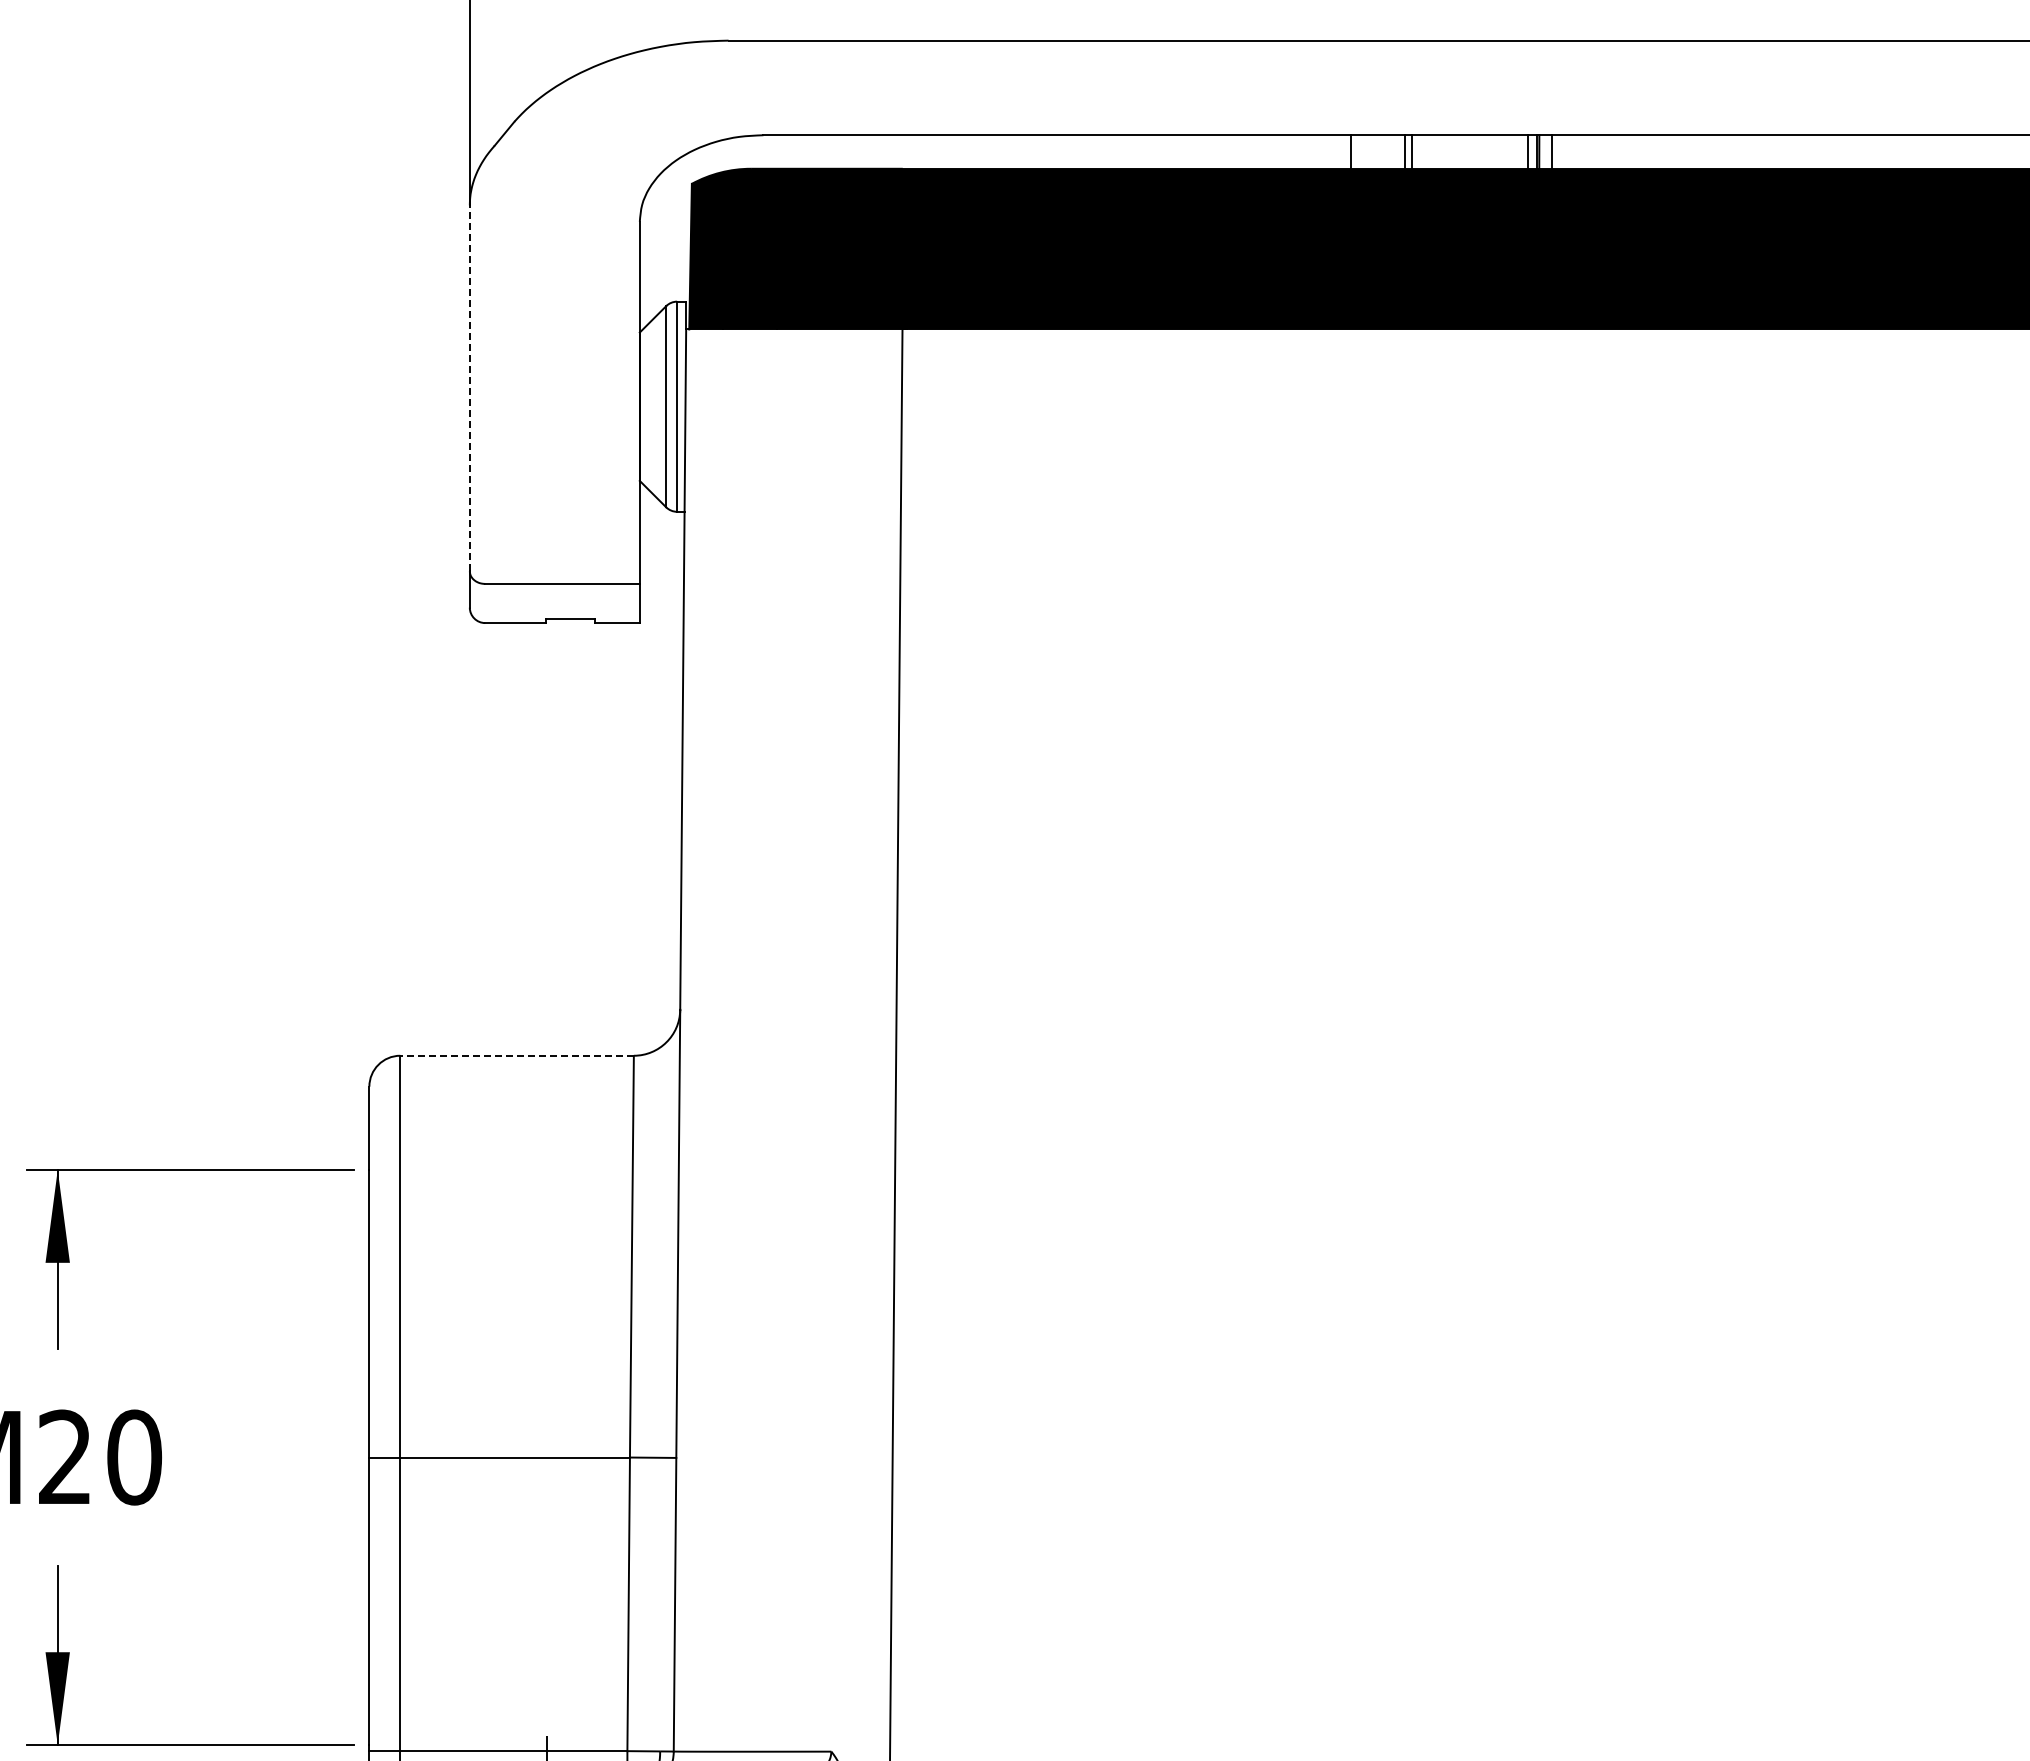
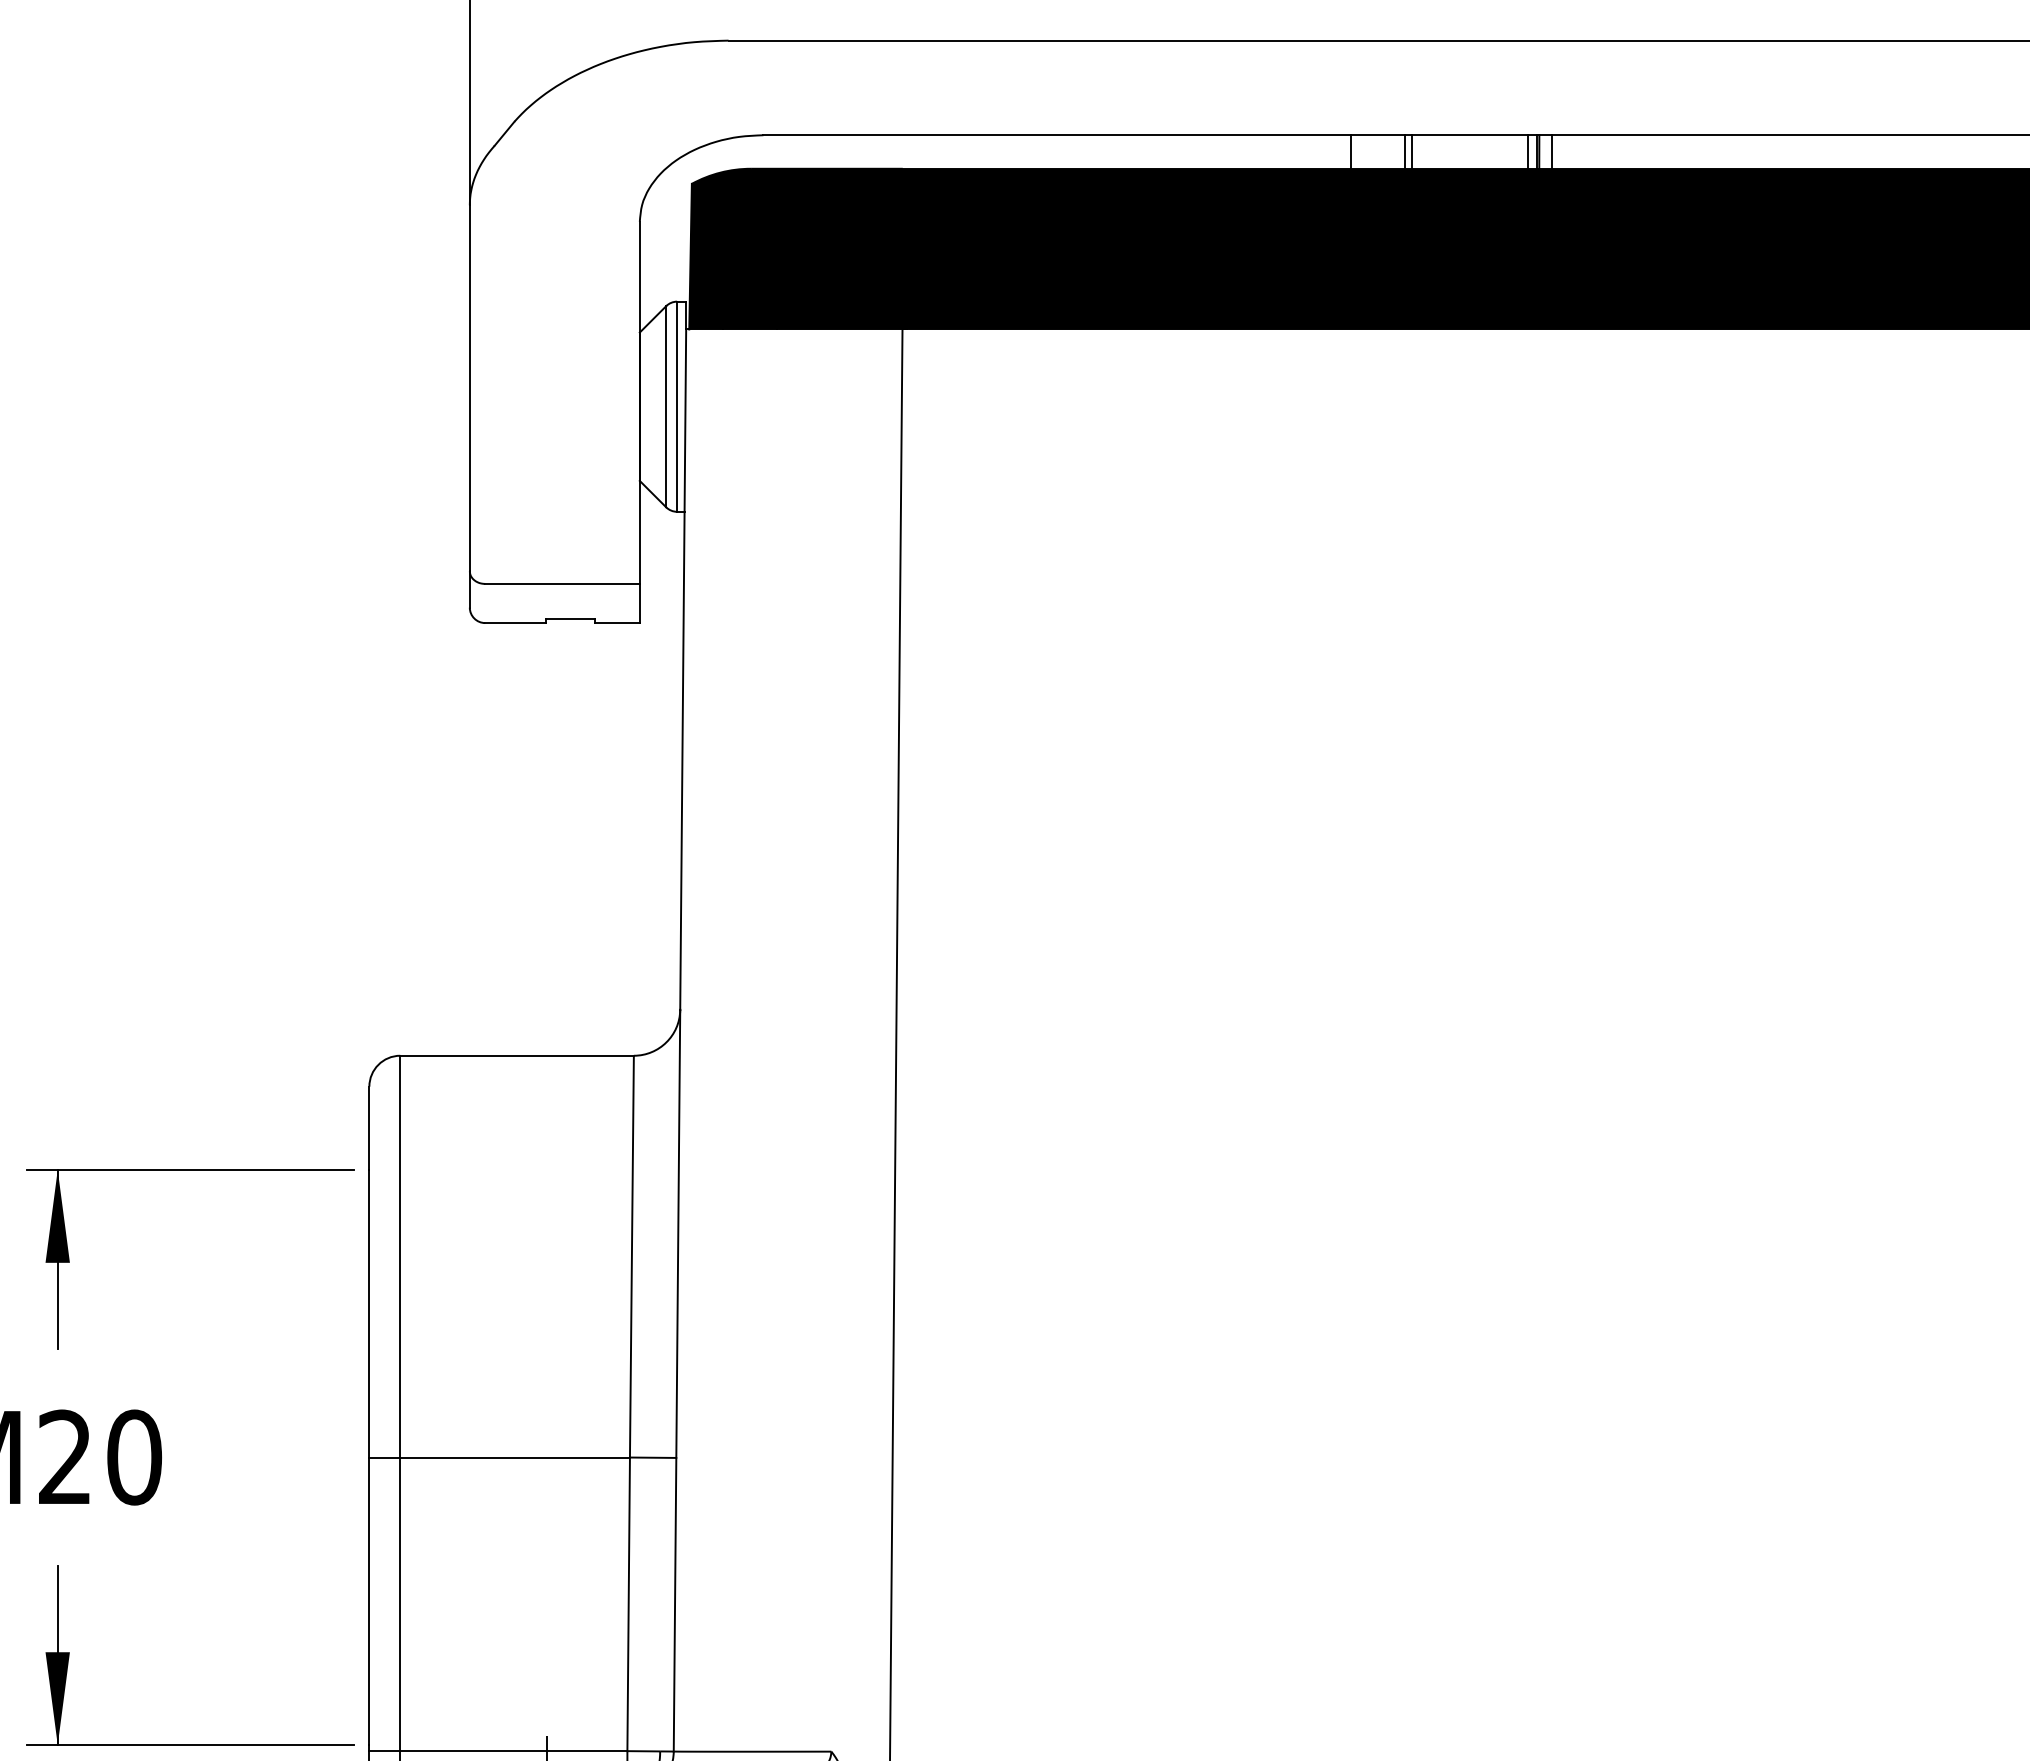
line at (469, 387): dashed -> solid
line at (517, 1055): dashed -> solid
